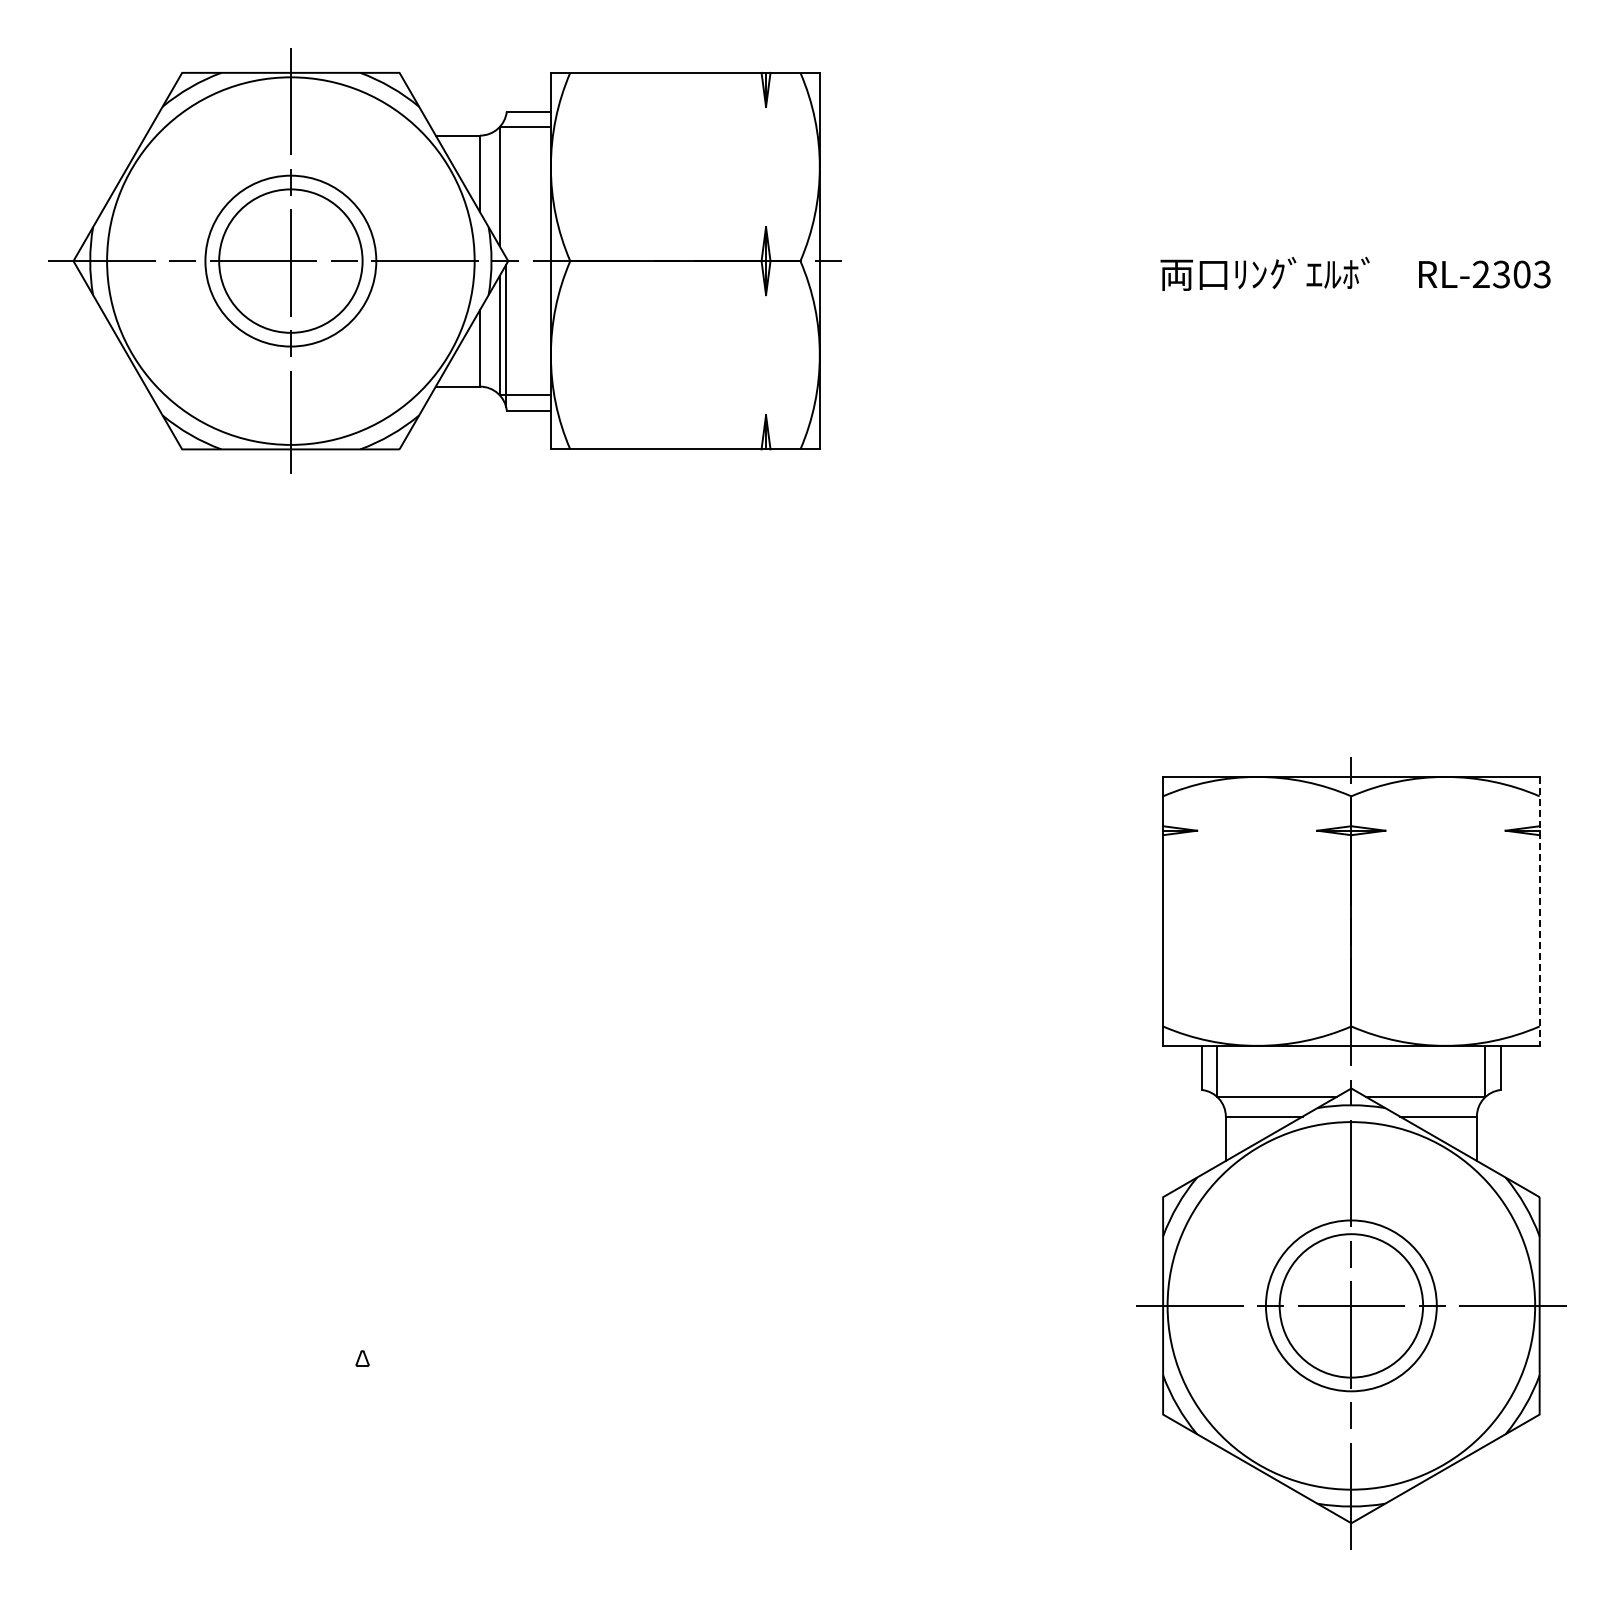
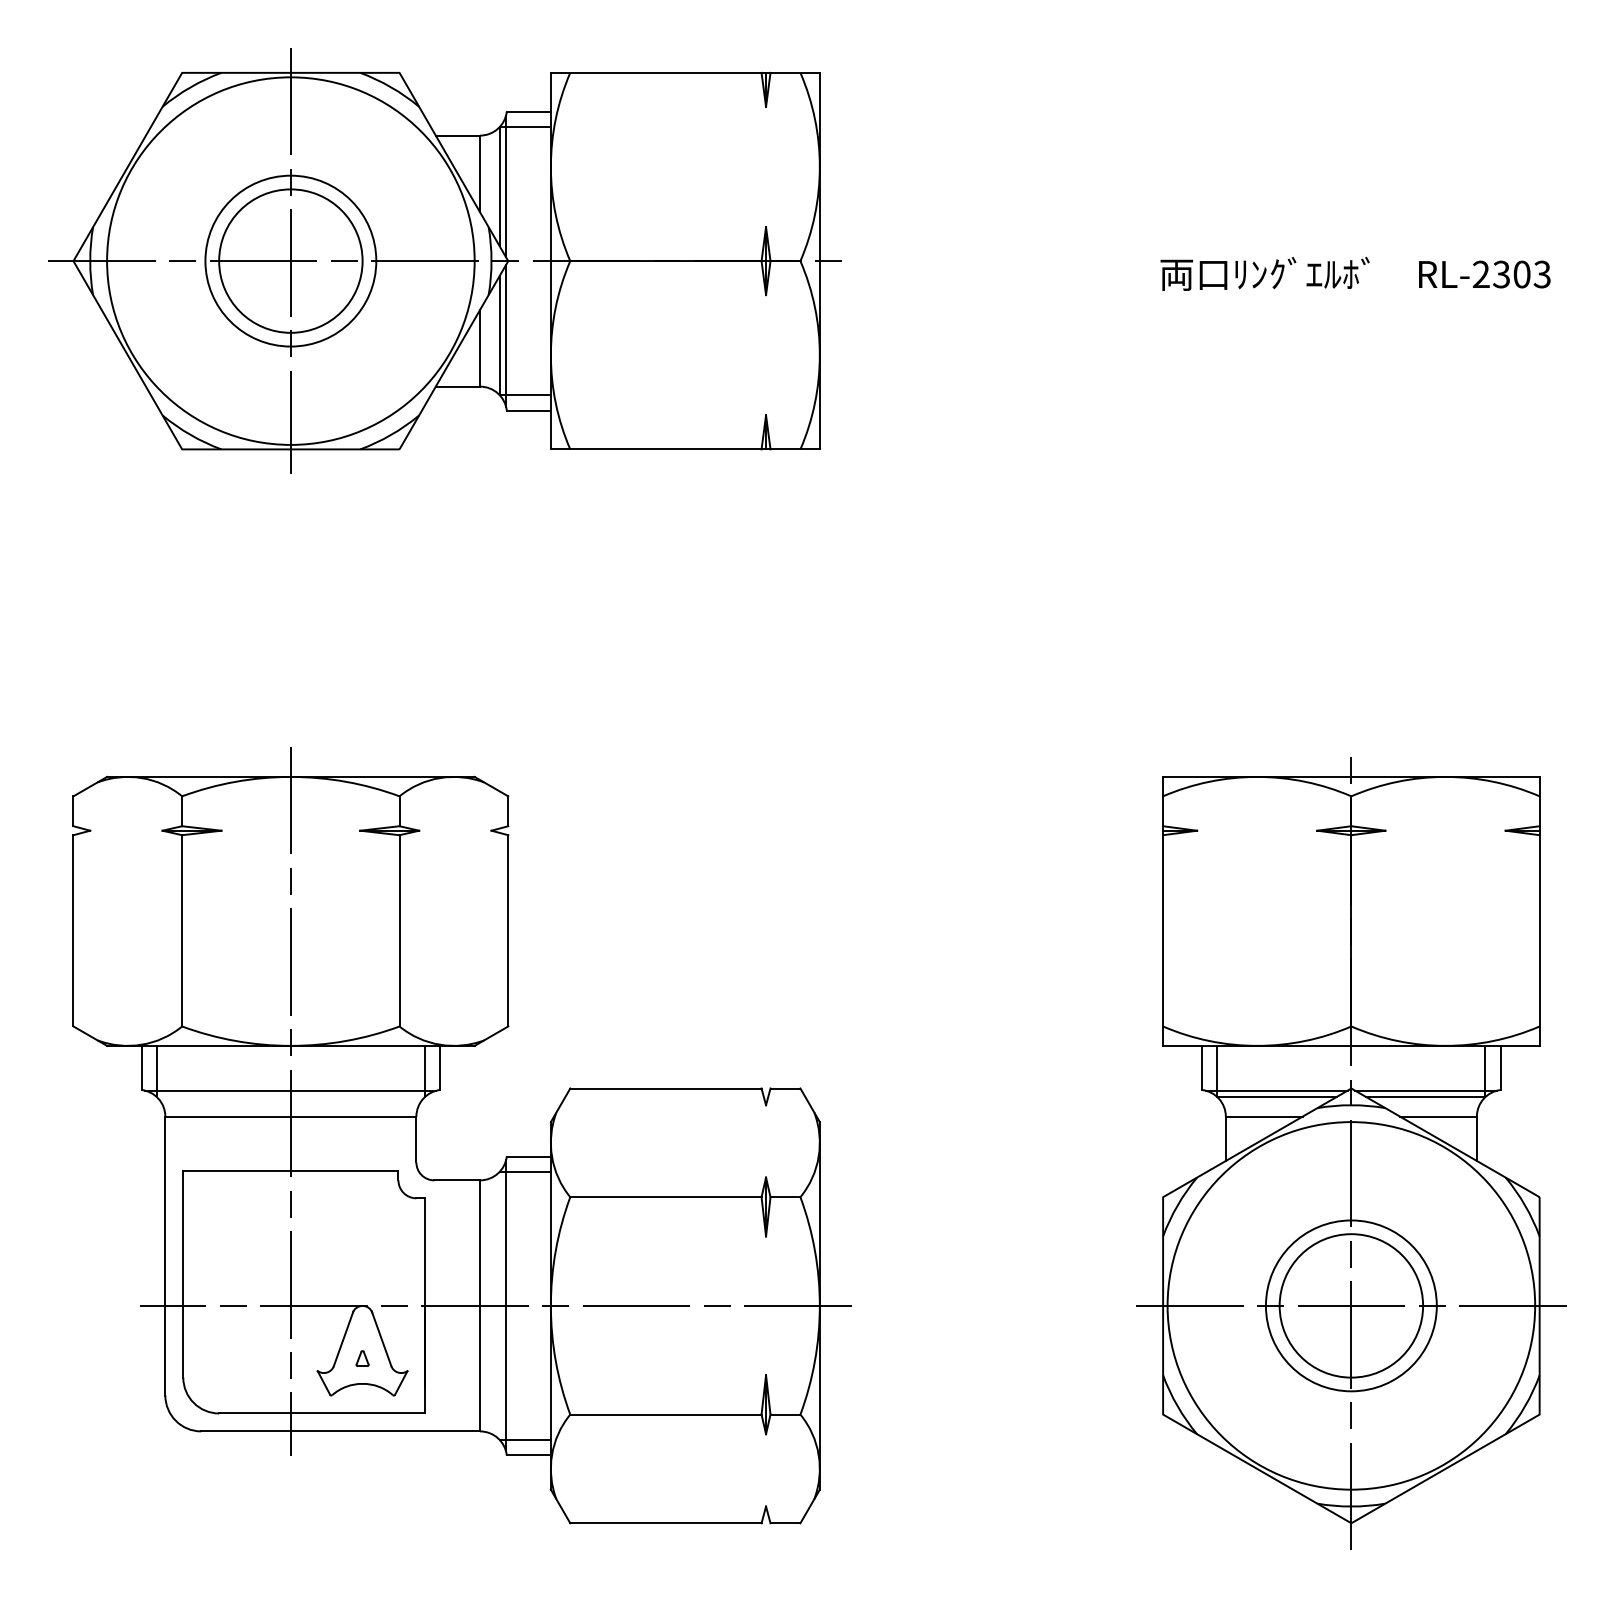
line at (506, 186): none -> present
line at (1539, 911): dashed -> solid
line at (1276, 1090): none -> present
line at (1425, 1090): none -> present
part at (461, 1179): none -> present
